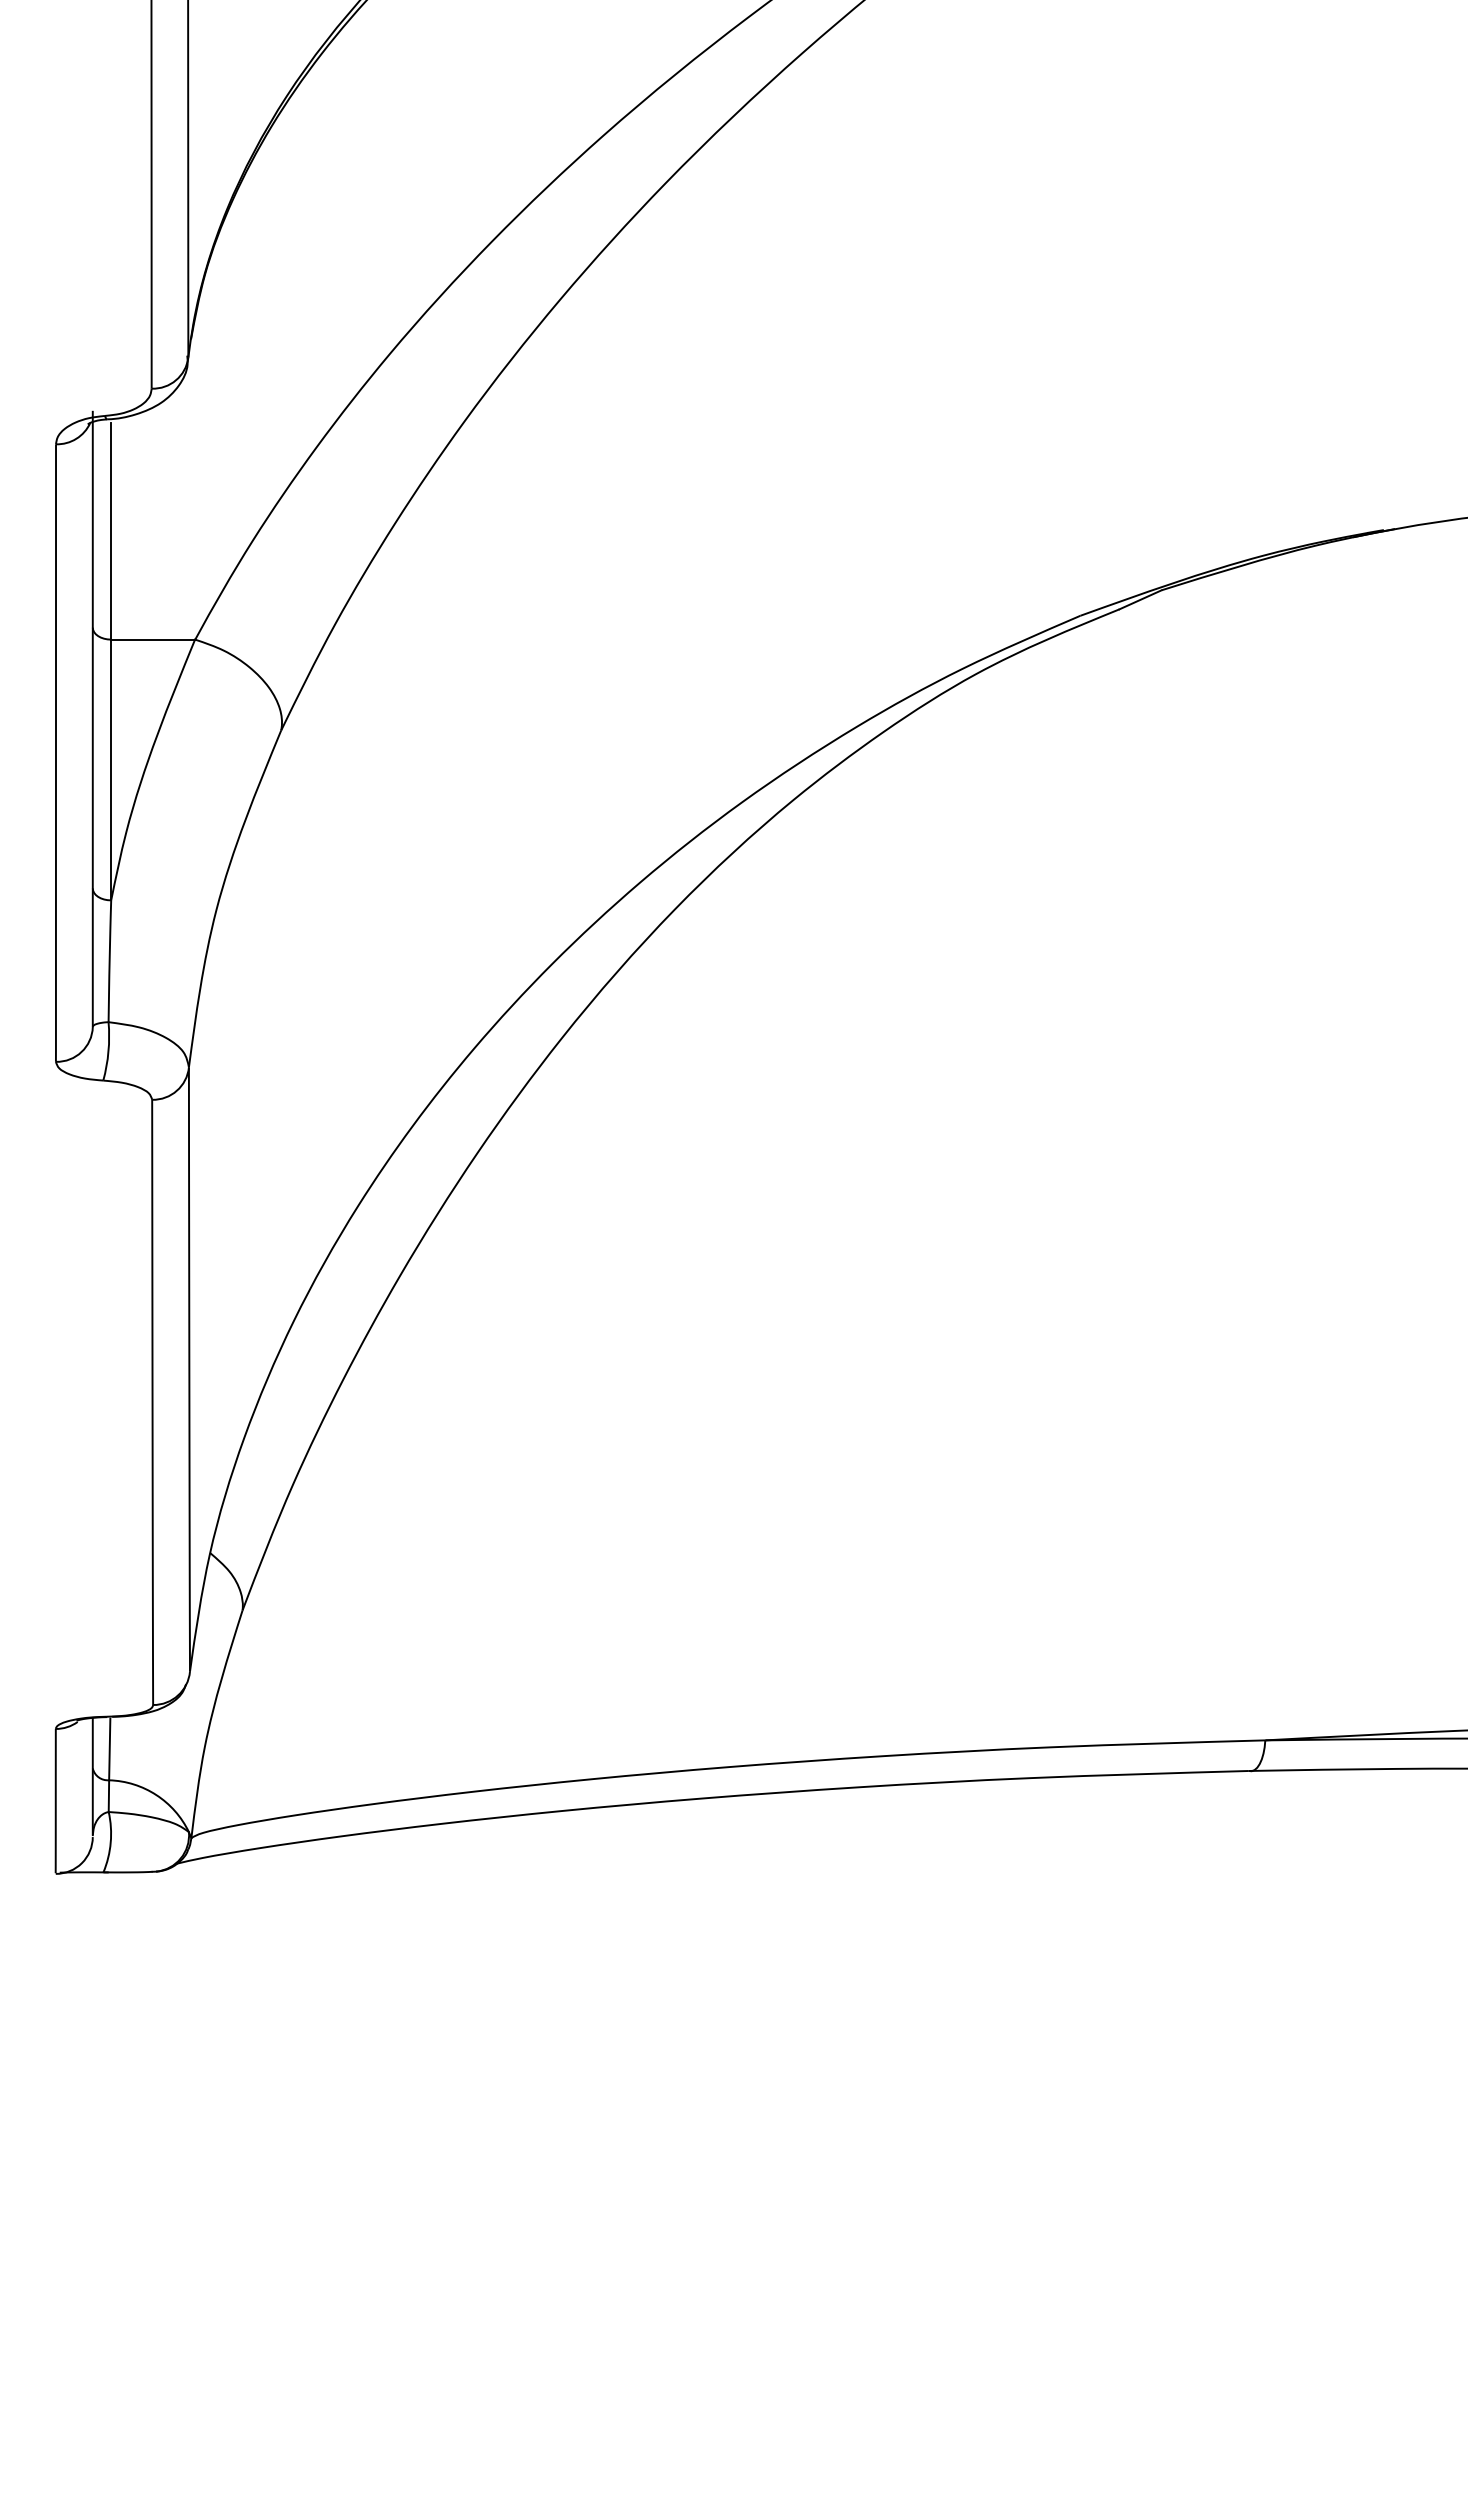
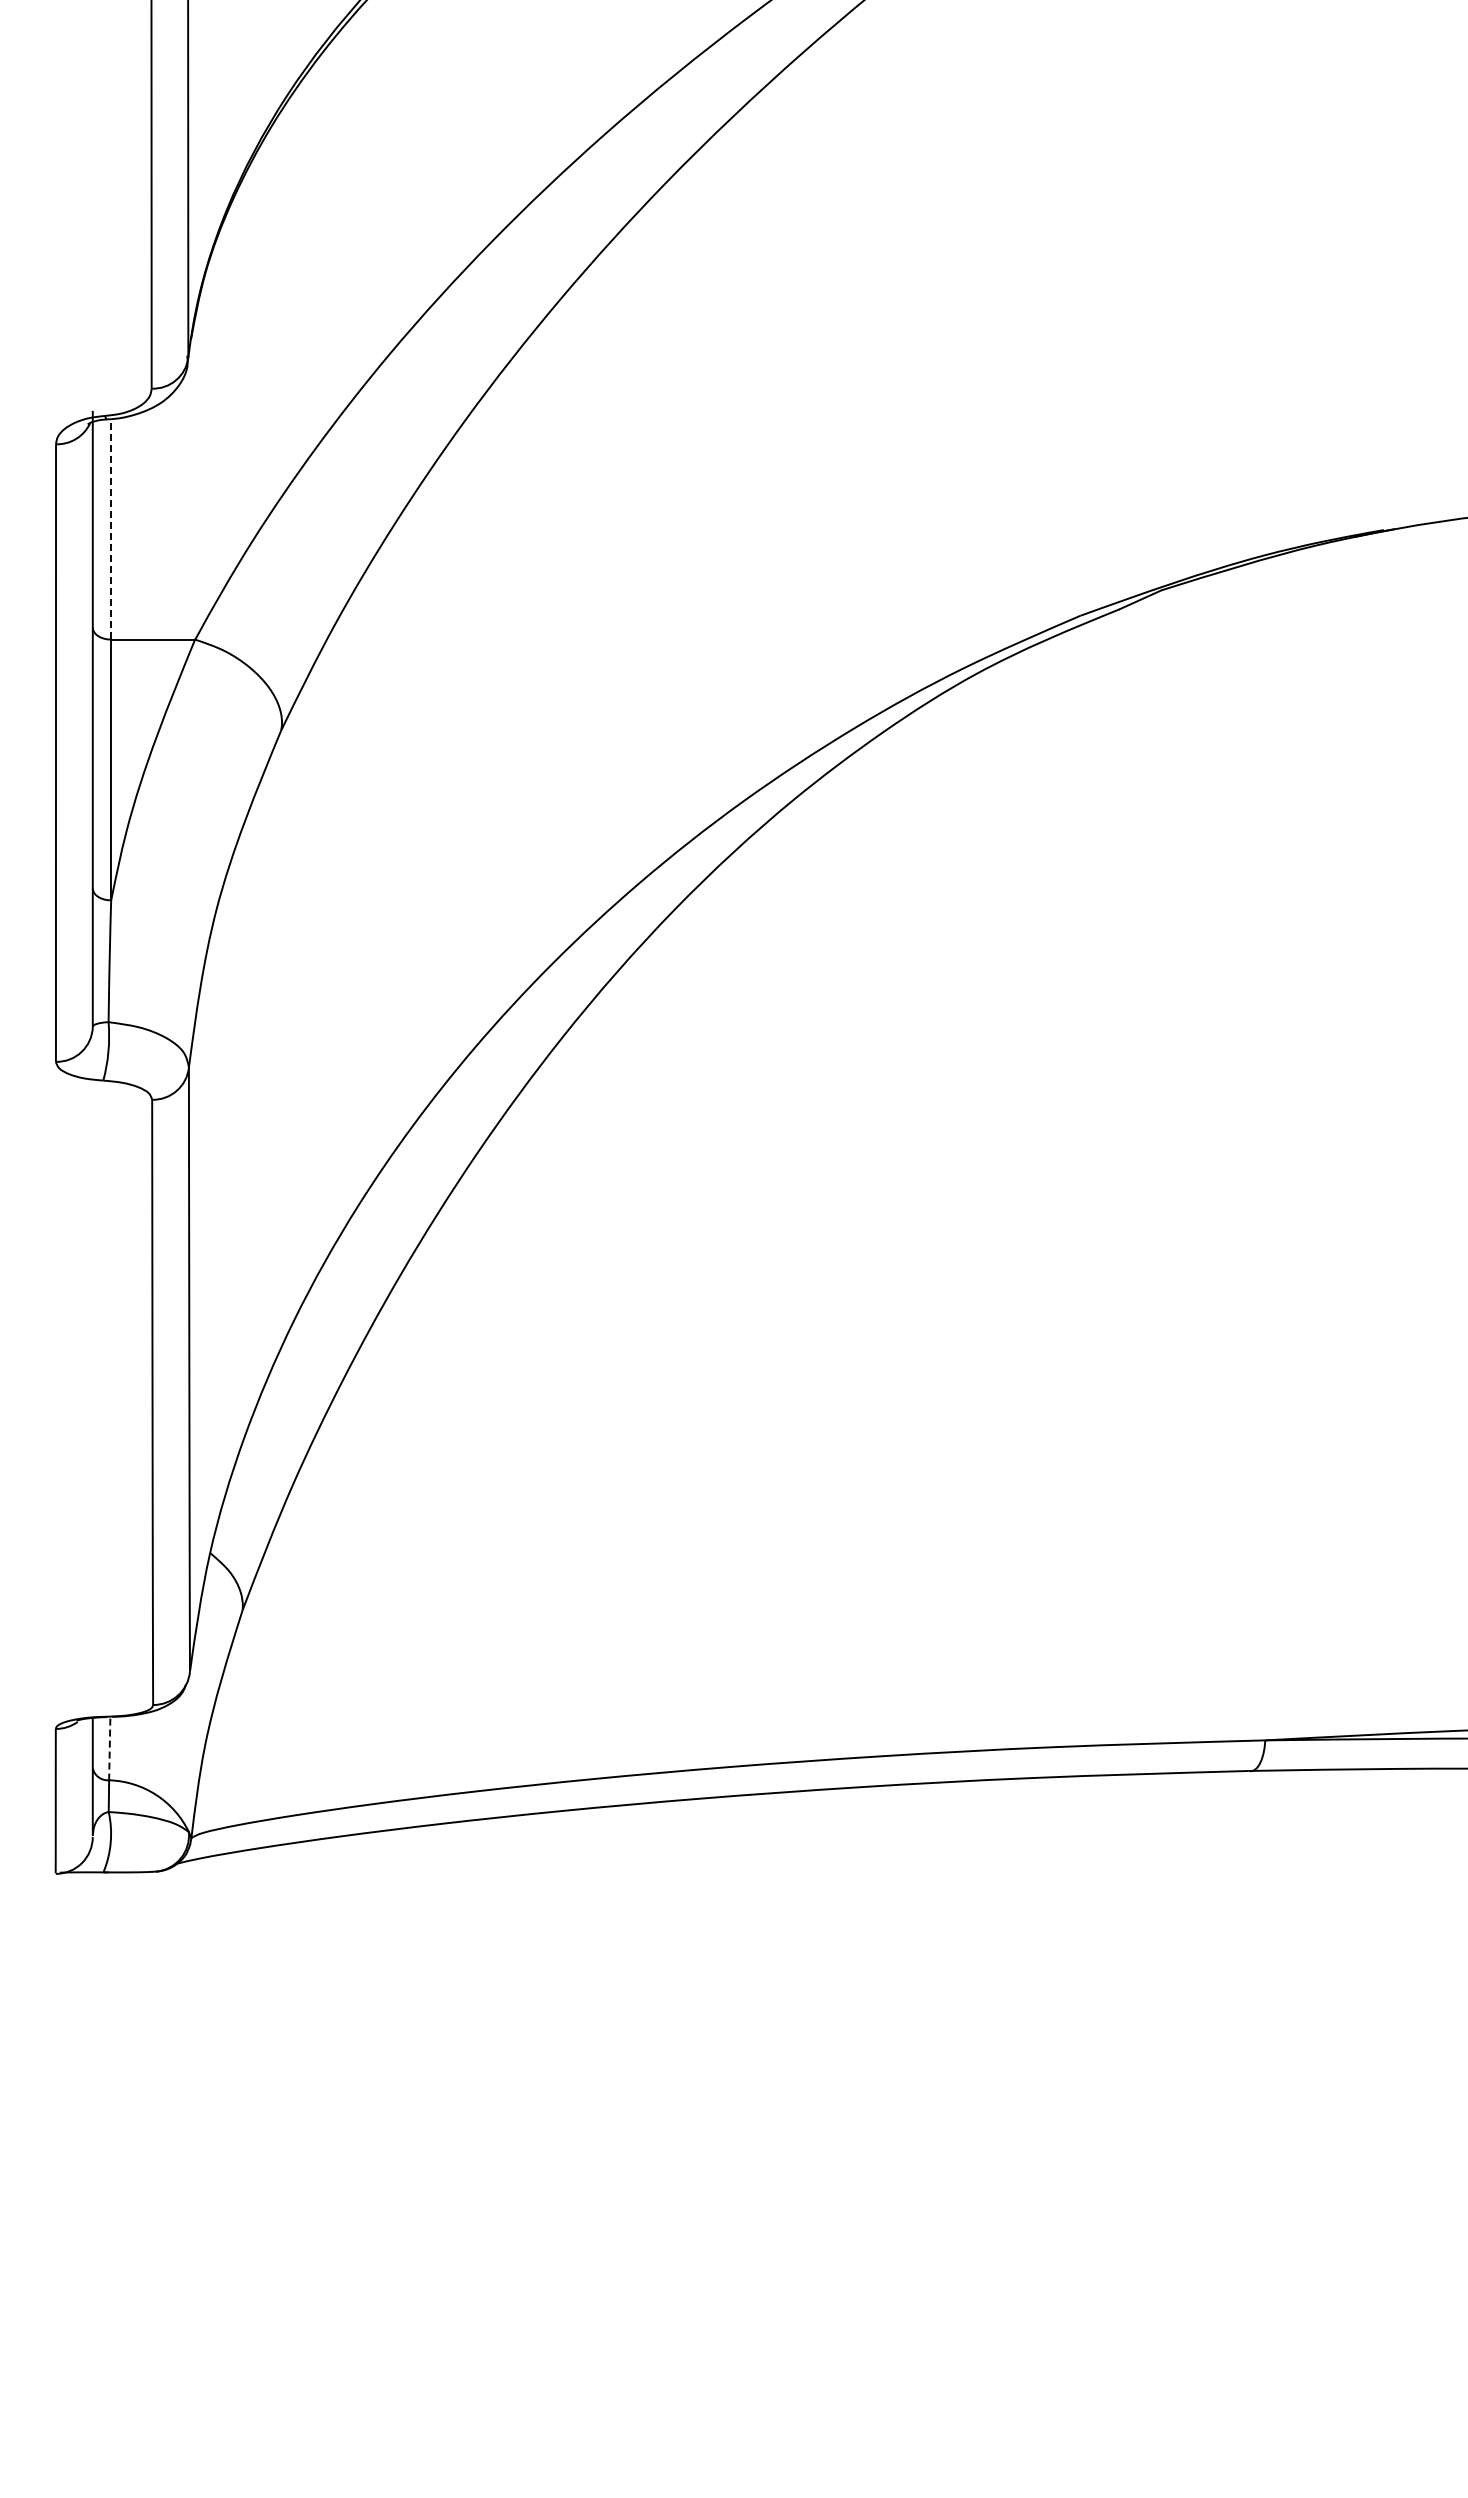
line at (111, 531): solid -> dashed
line at (109, 1749): solid -> dashed
